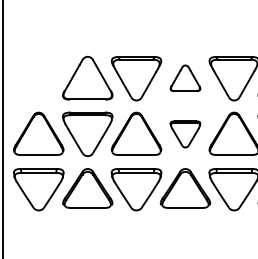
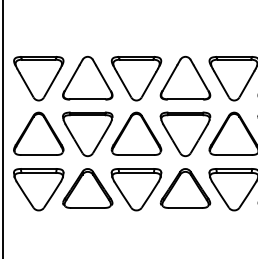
part at (185, 77) size: 33x28 px -> 53x45 px
part at (38, 78): none -> present
part at (185, 134) size: 33x29 px -> 53x47 px
